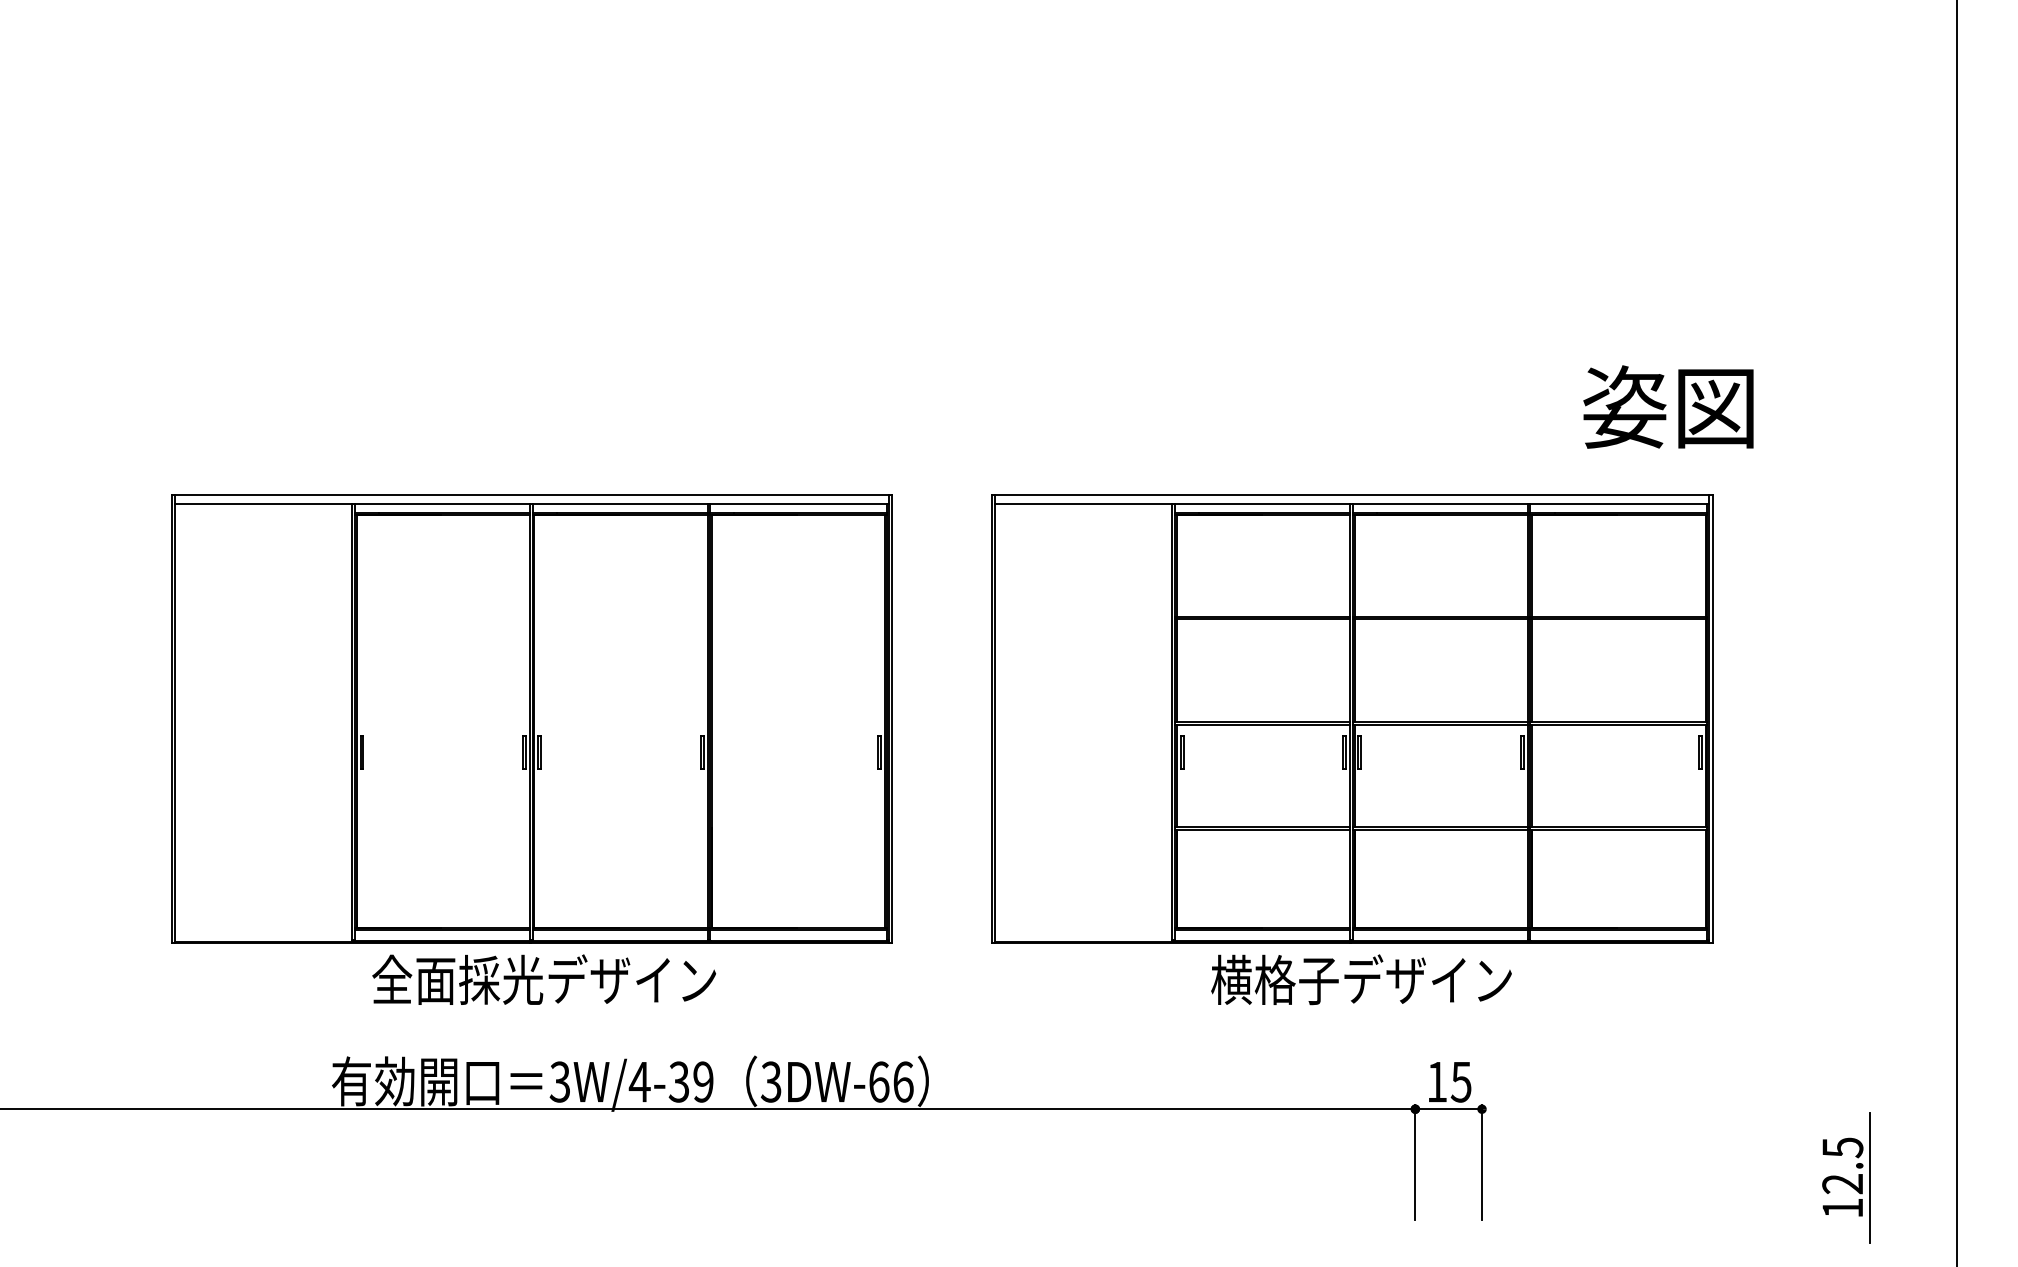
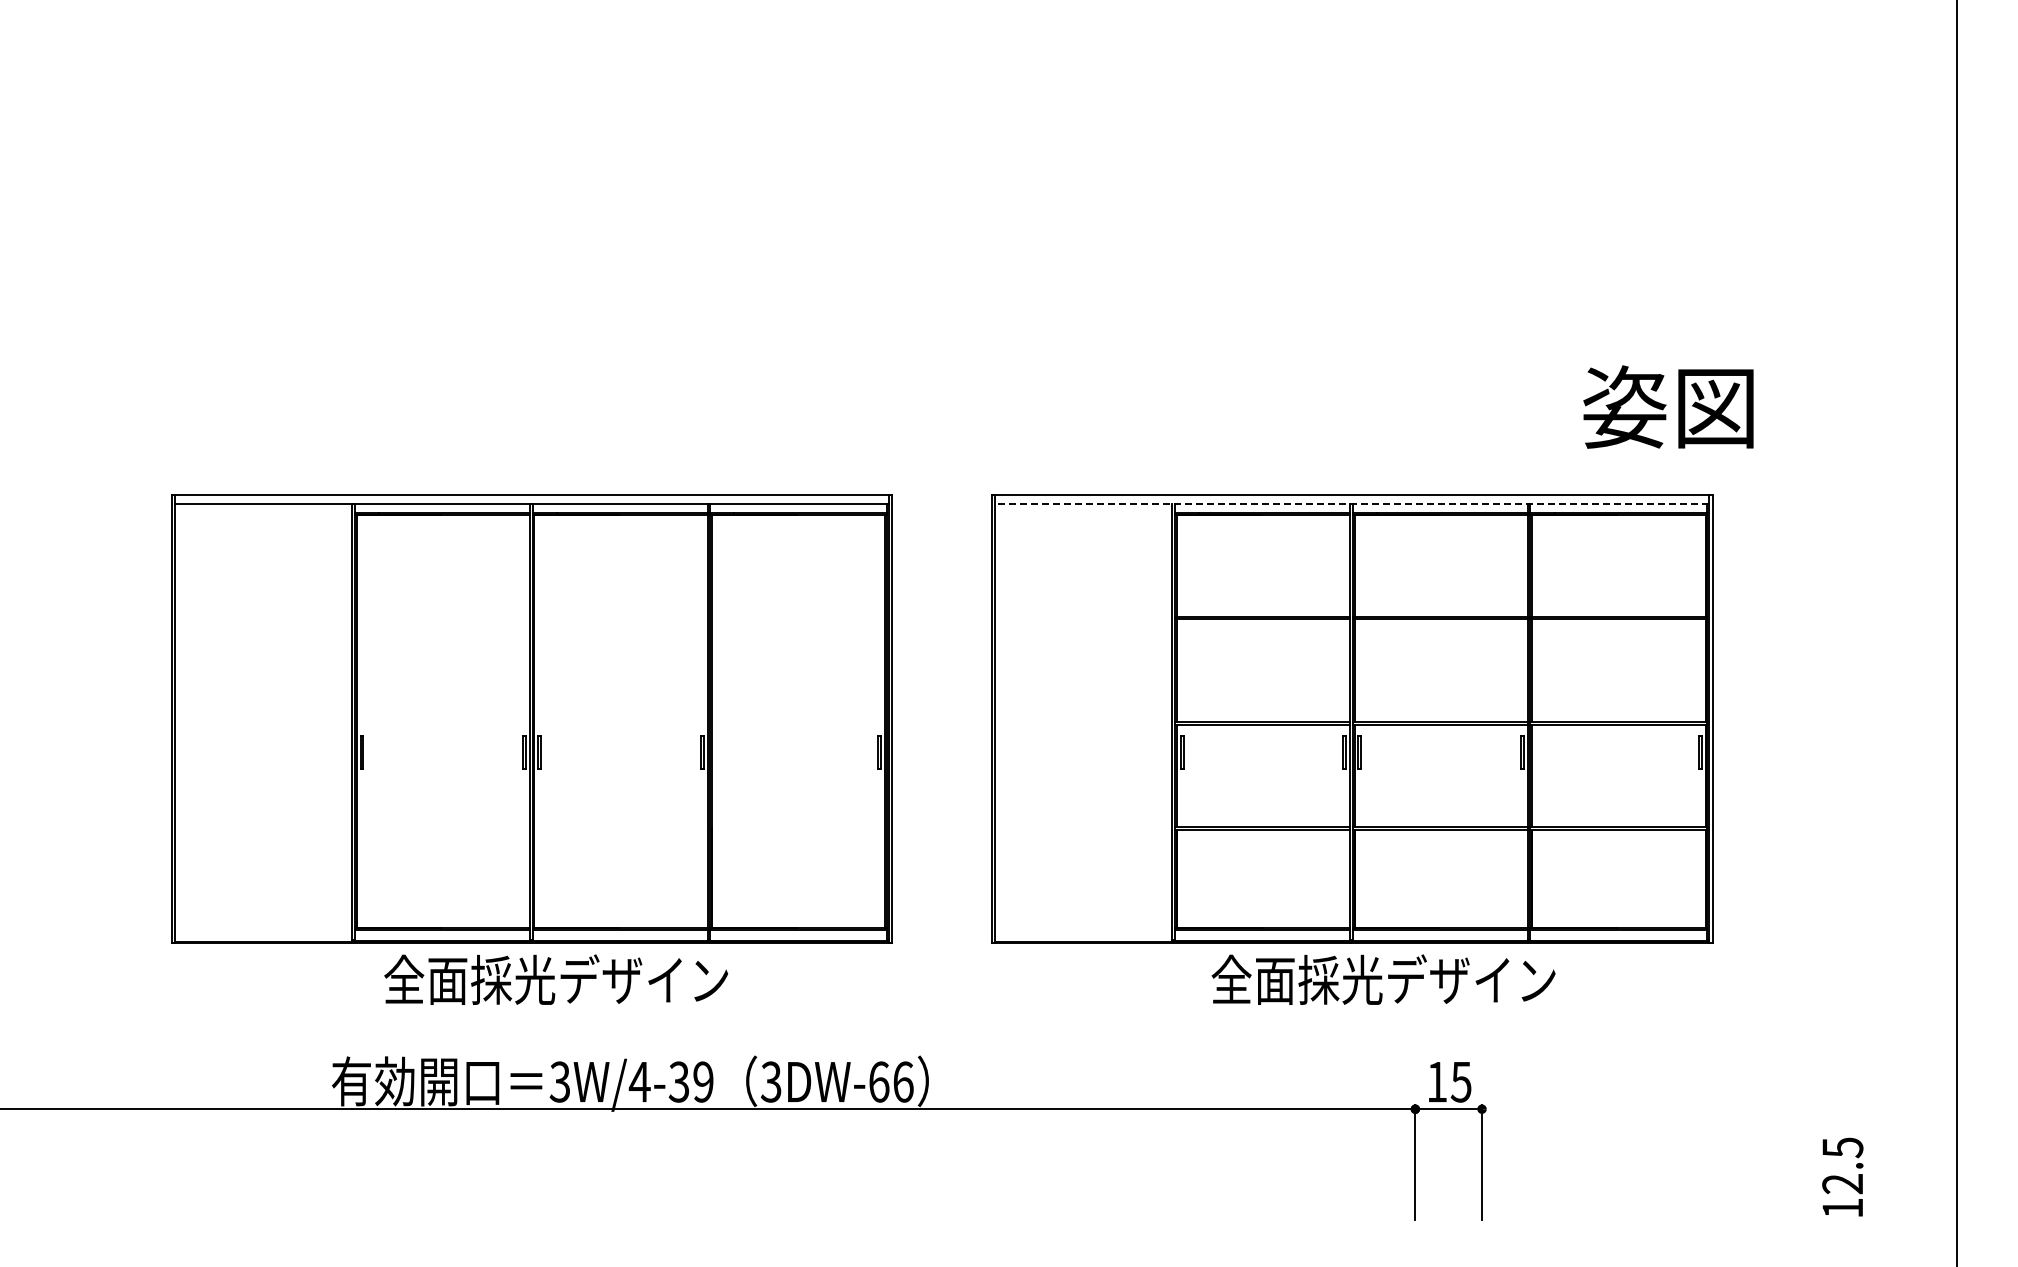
line at (1352, 503): solid -> dashed
text at (544, 979) position: (544, 979) -> (556, 979)
text at (1383, 979): 横格子デザイン -> 全面採光デザイン
line at (1869, 1177): present -> none
